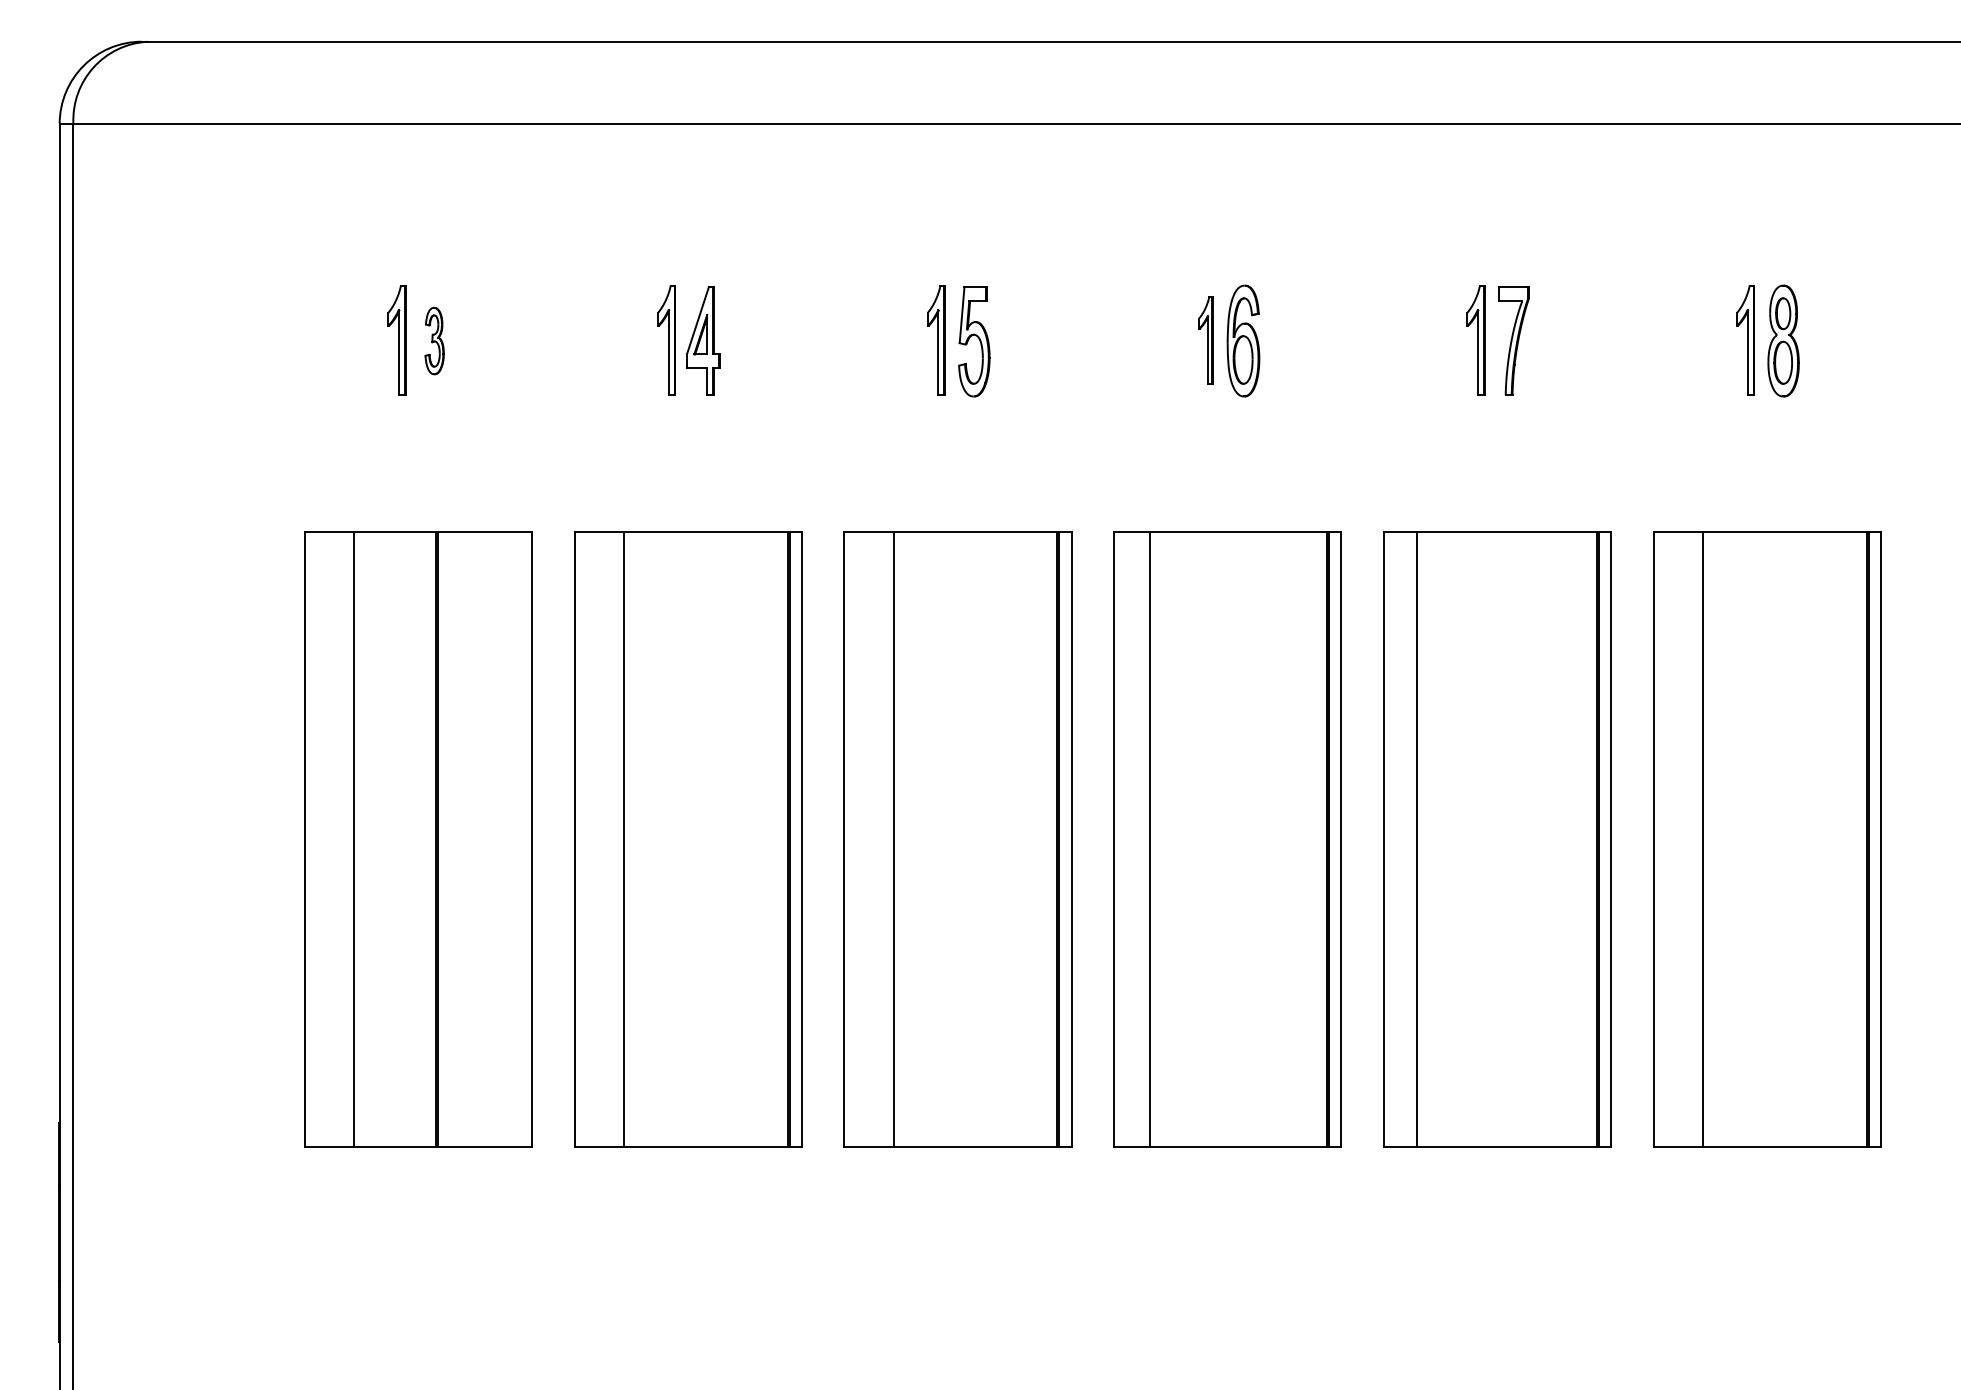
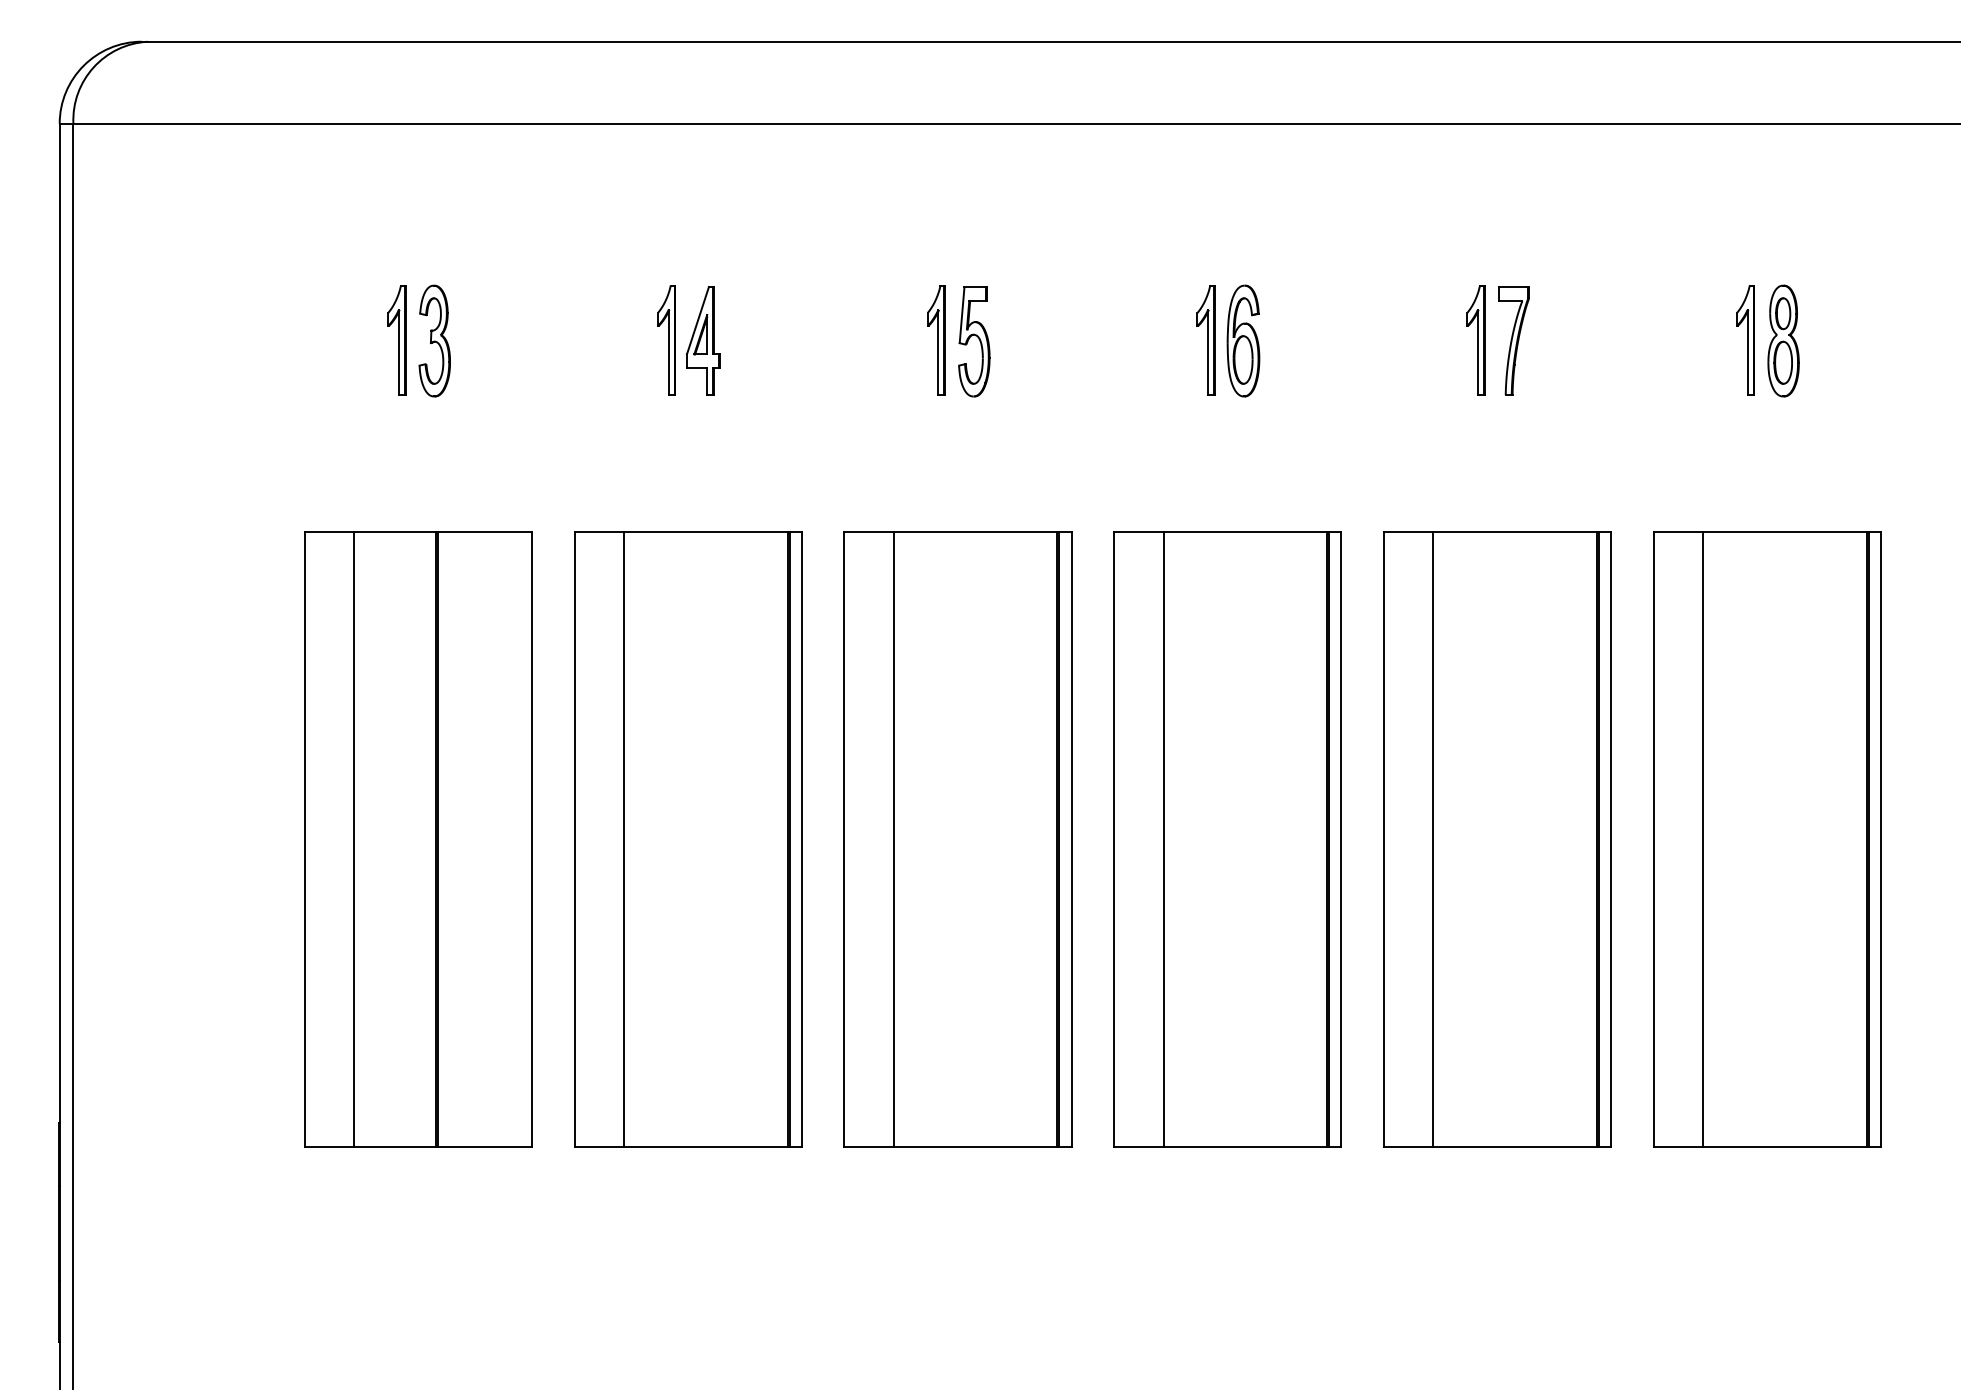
part at (434, 340) size: 21x70 px -> 33x114 px
part at (1205, 340) size: 16x89 px -> 20x111 px
line at (1149, 839) position: (1149, 839) -> (1163, 839)
line at (1417, 839) position: (1417, 839) -> (1433, 839)
